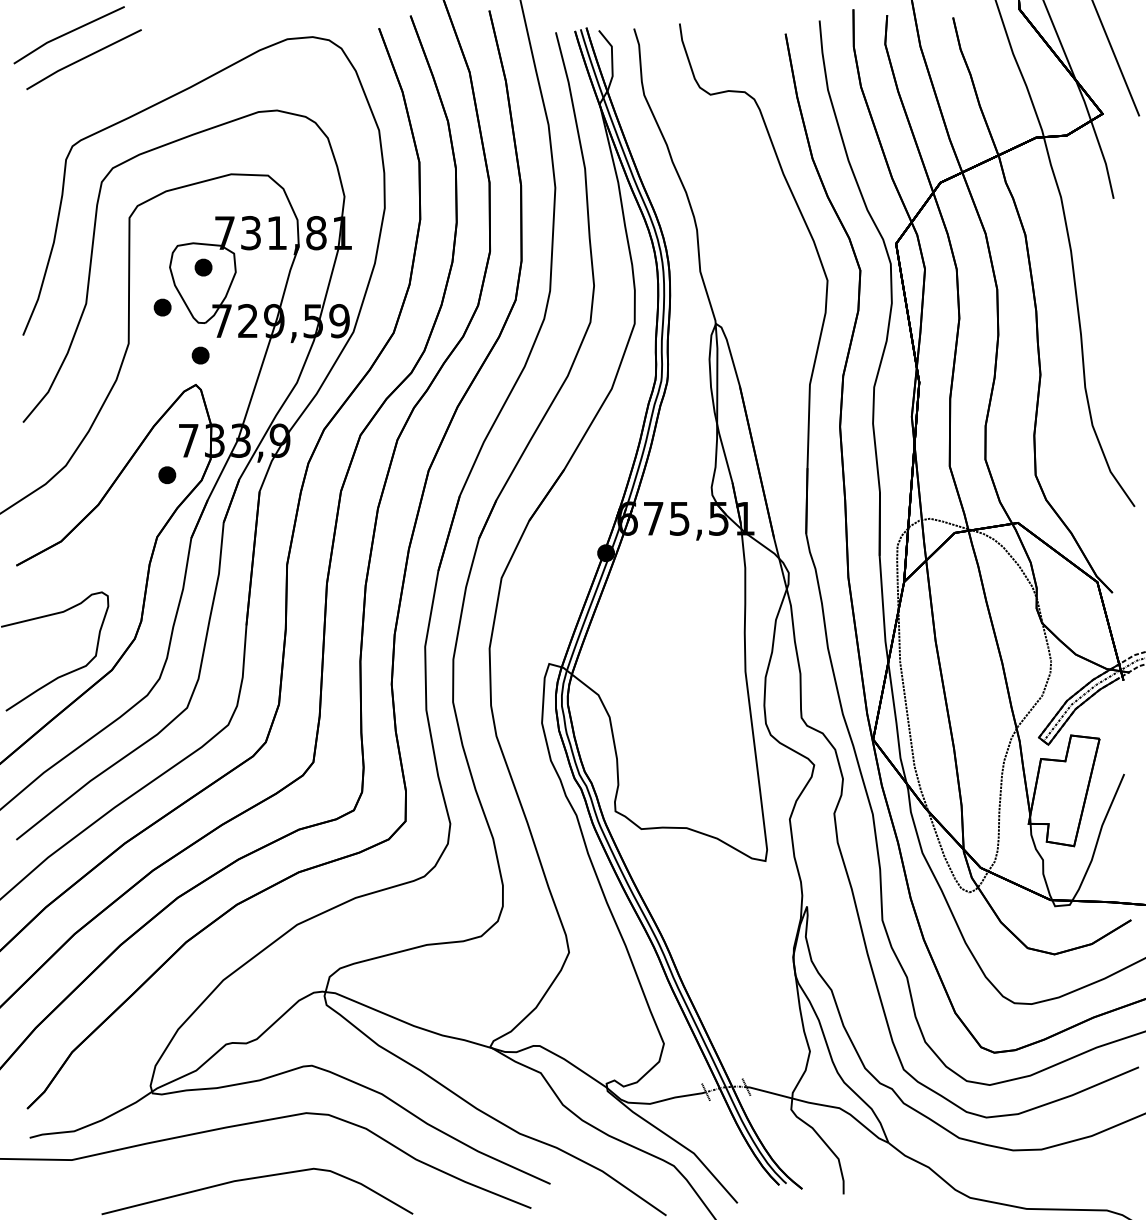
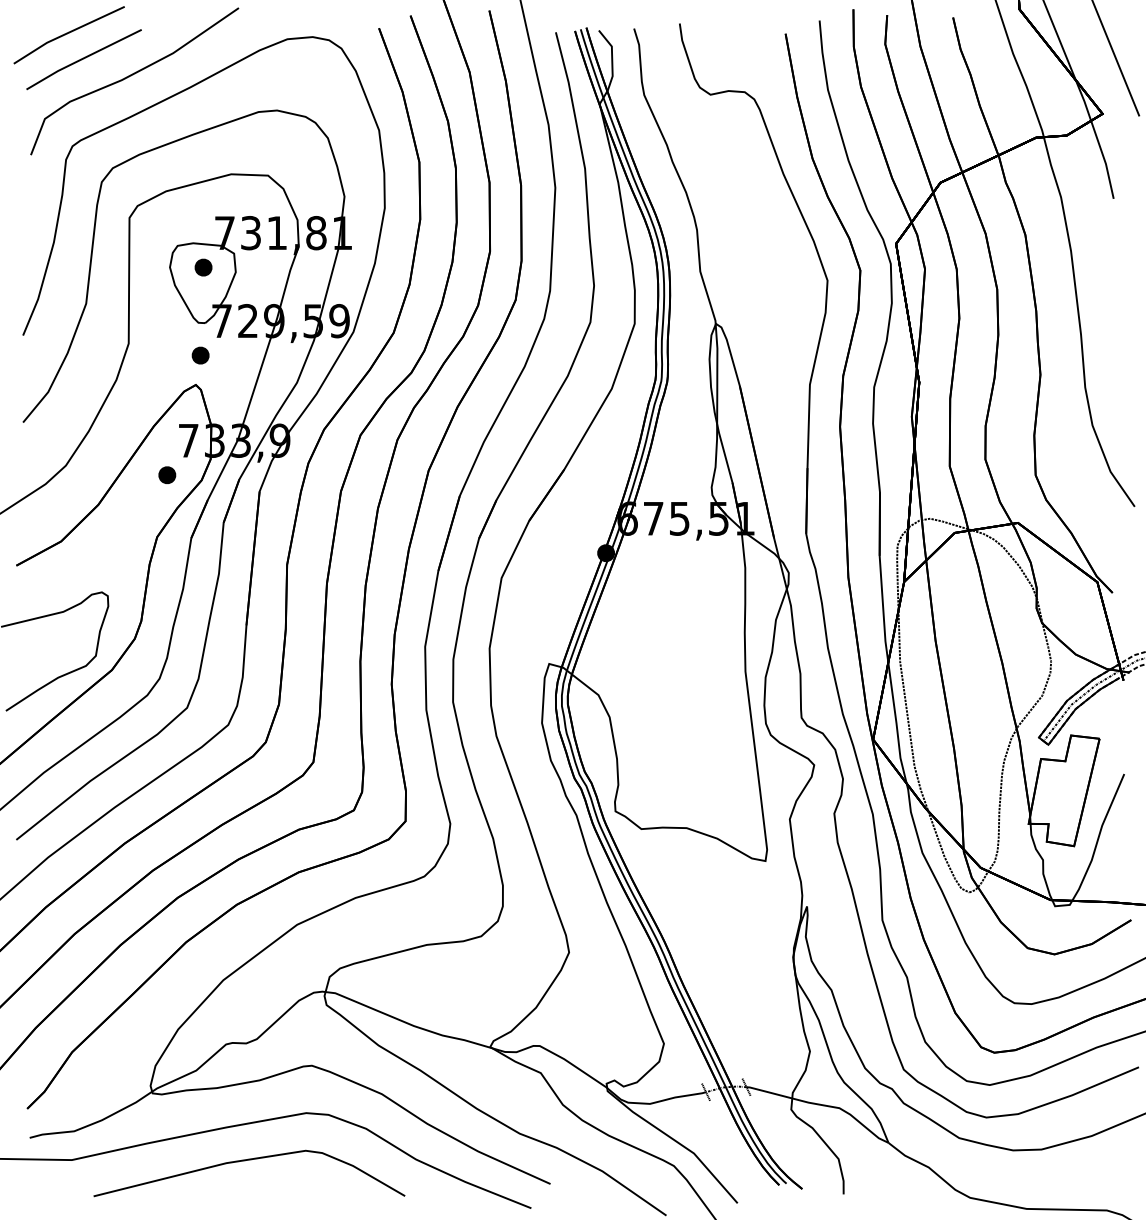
curve at (131, 76): none -> present
part at (162, 307): present -> none
curve at (253, 1179) position: (253, 1179) -> (245, 1161)
